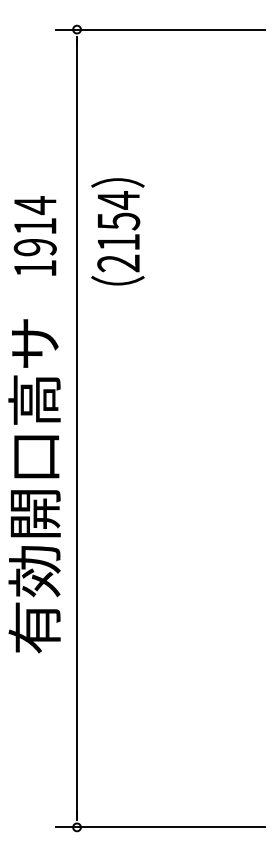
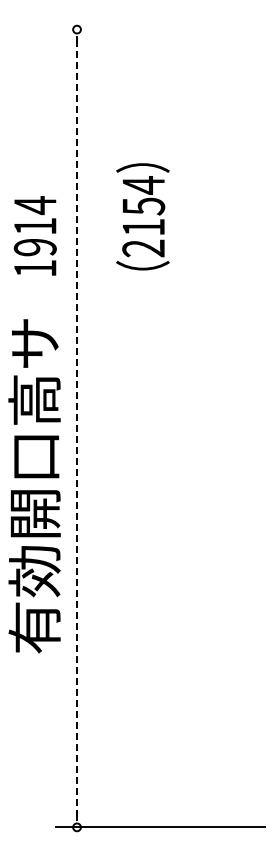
line at (160, 29): present -> none
text at (117, 231) position: (117, 231) -> (142, 216)
line at (77, 428): solid -> dashed
